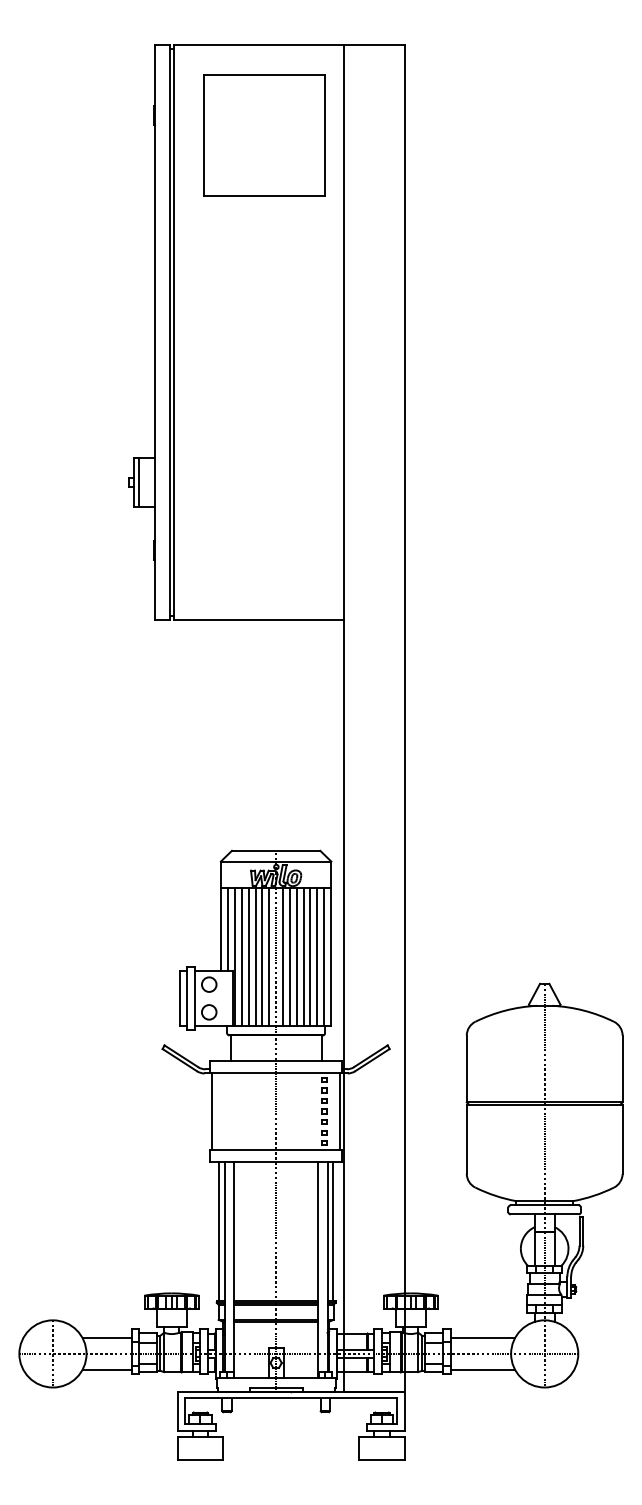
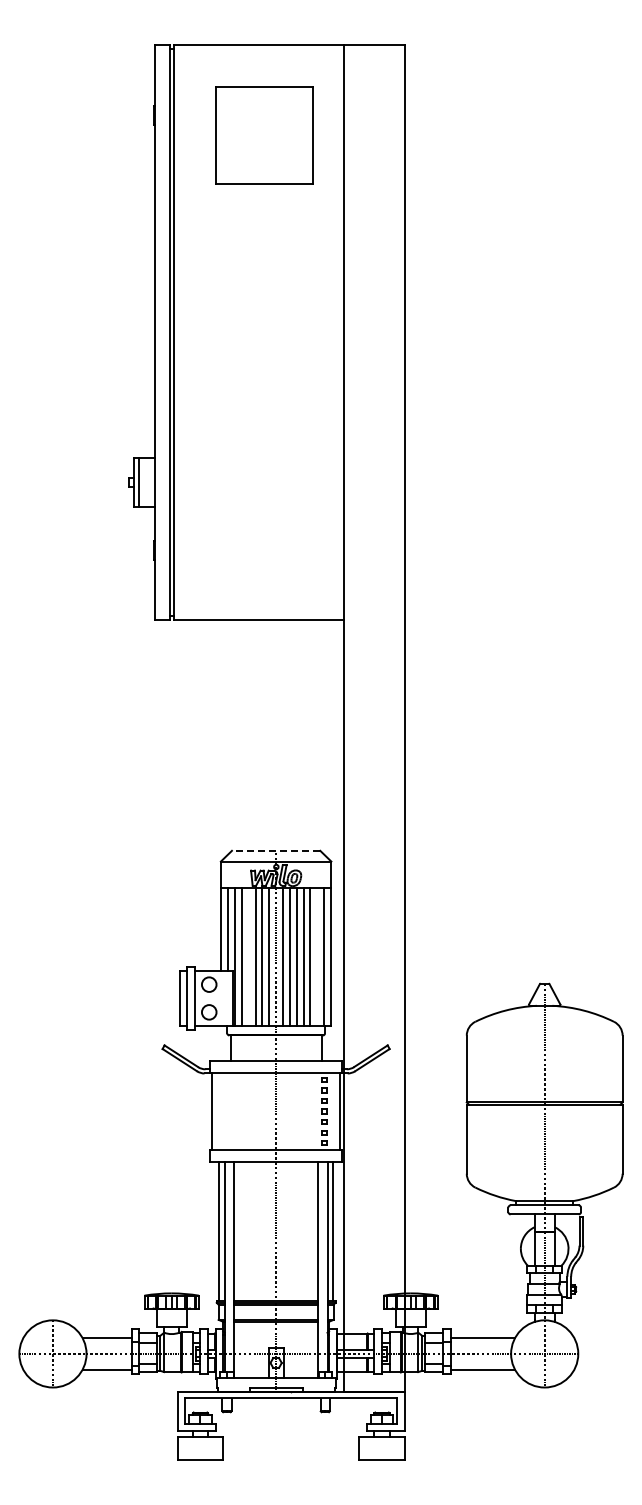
part at (264, 135) size: 123x123 px -> 99x99 px
line at (275, 850): solid -> dashed
line at (248, 956): present -> none
line at (317, 956): present -> none
